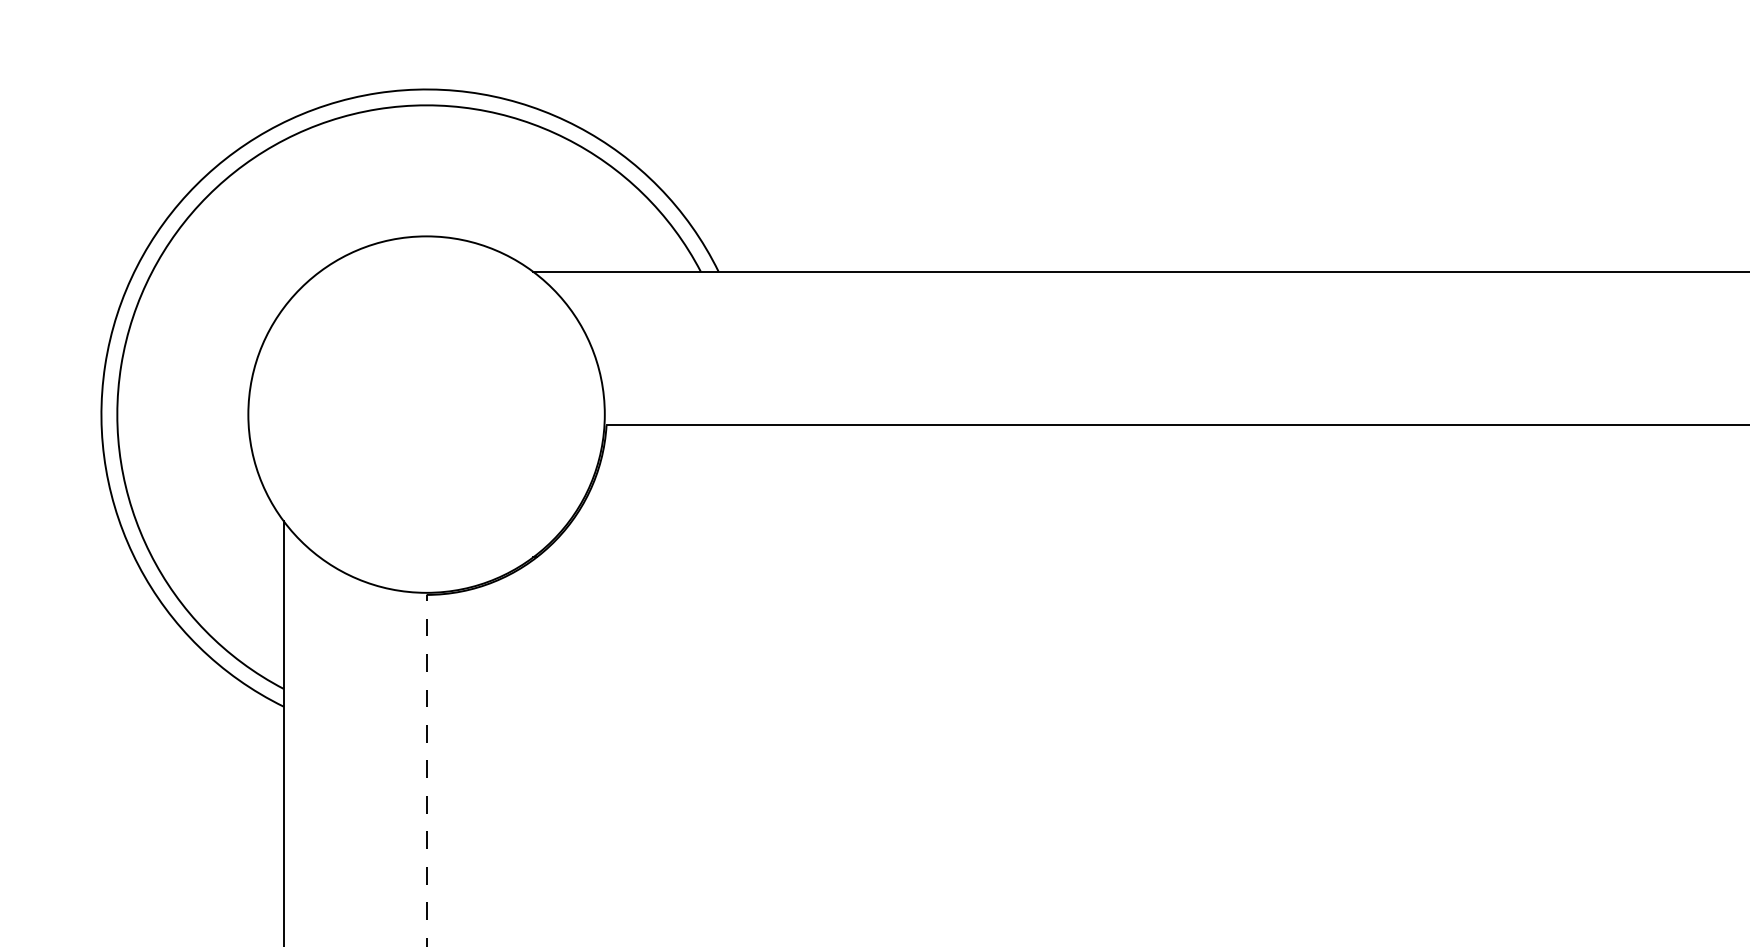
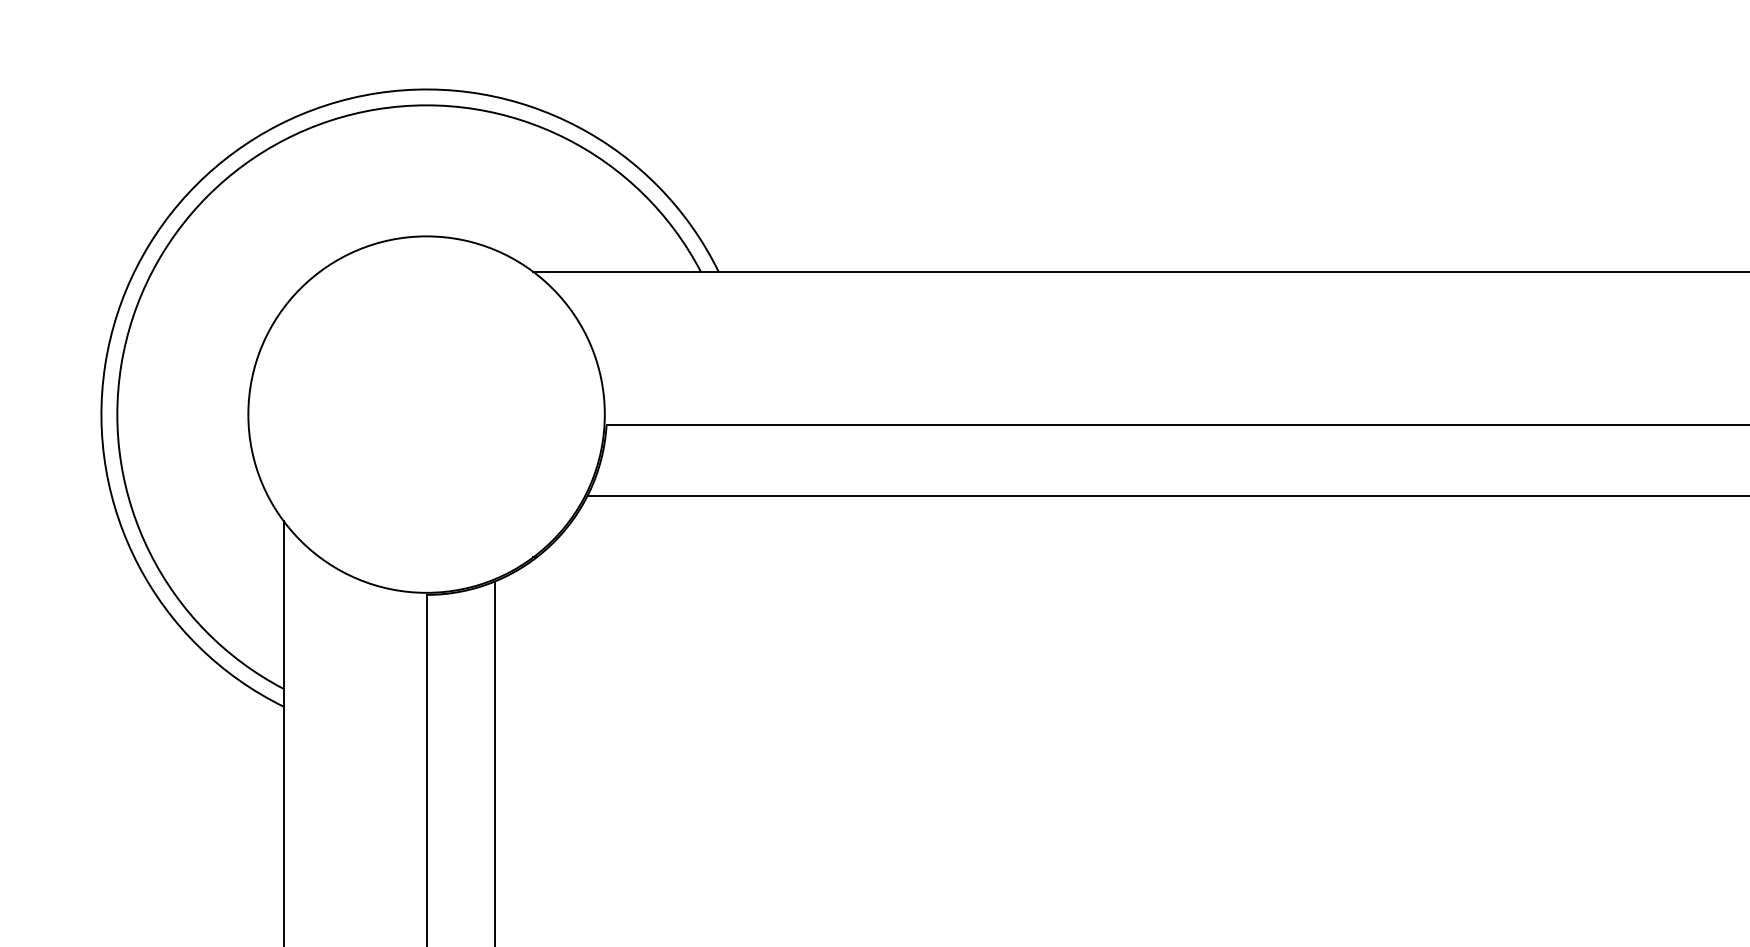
line at (1166, 495): none -> present
line at (494, 762): none -> present
line at (426, 770): dashed -> solid
